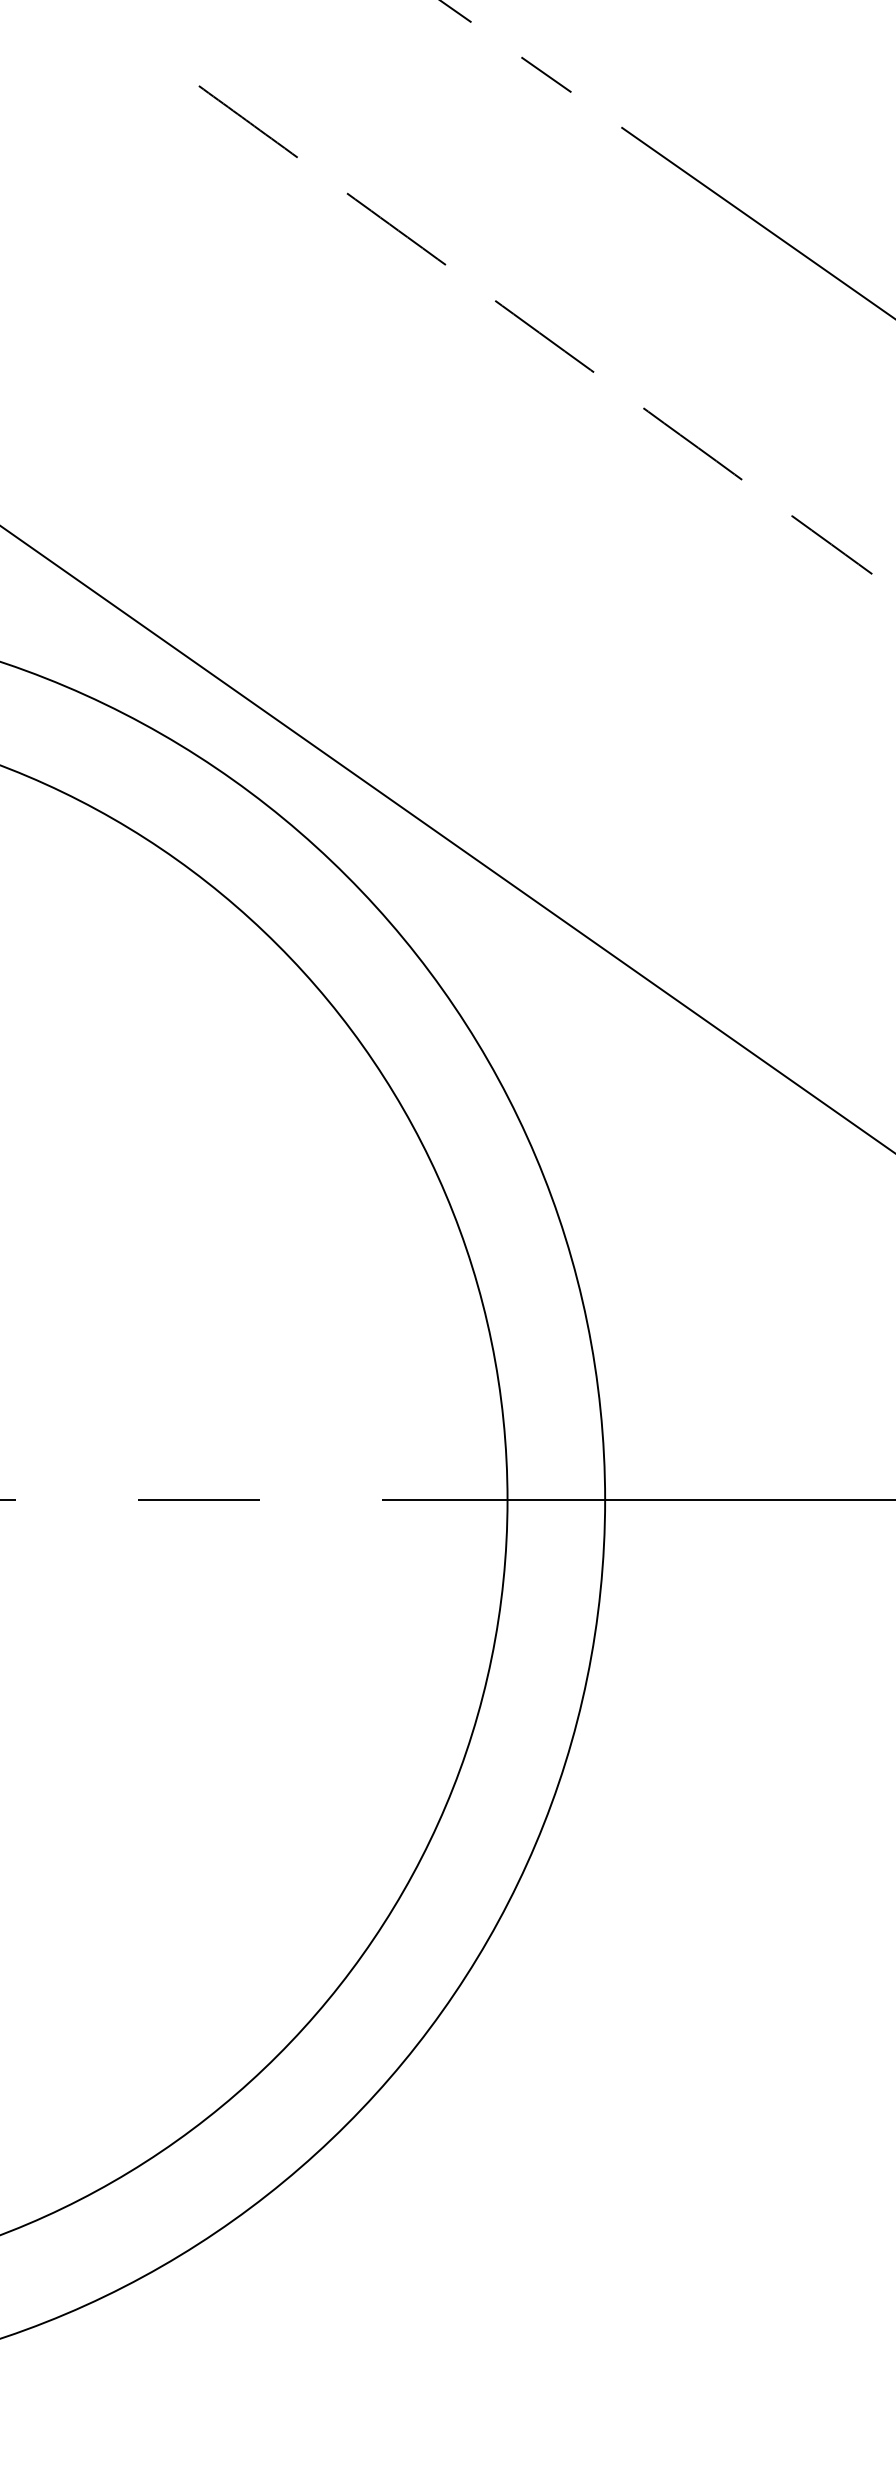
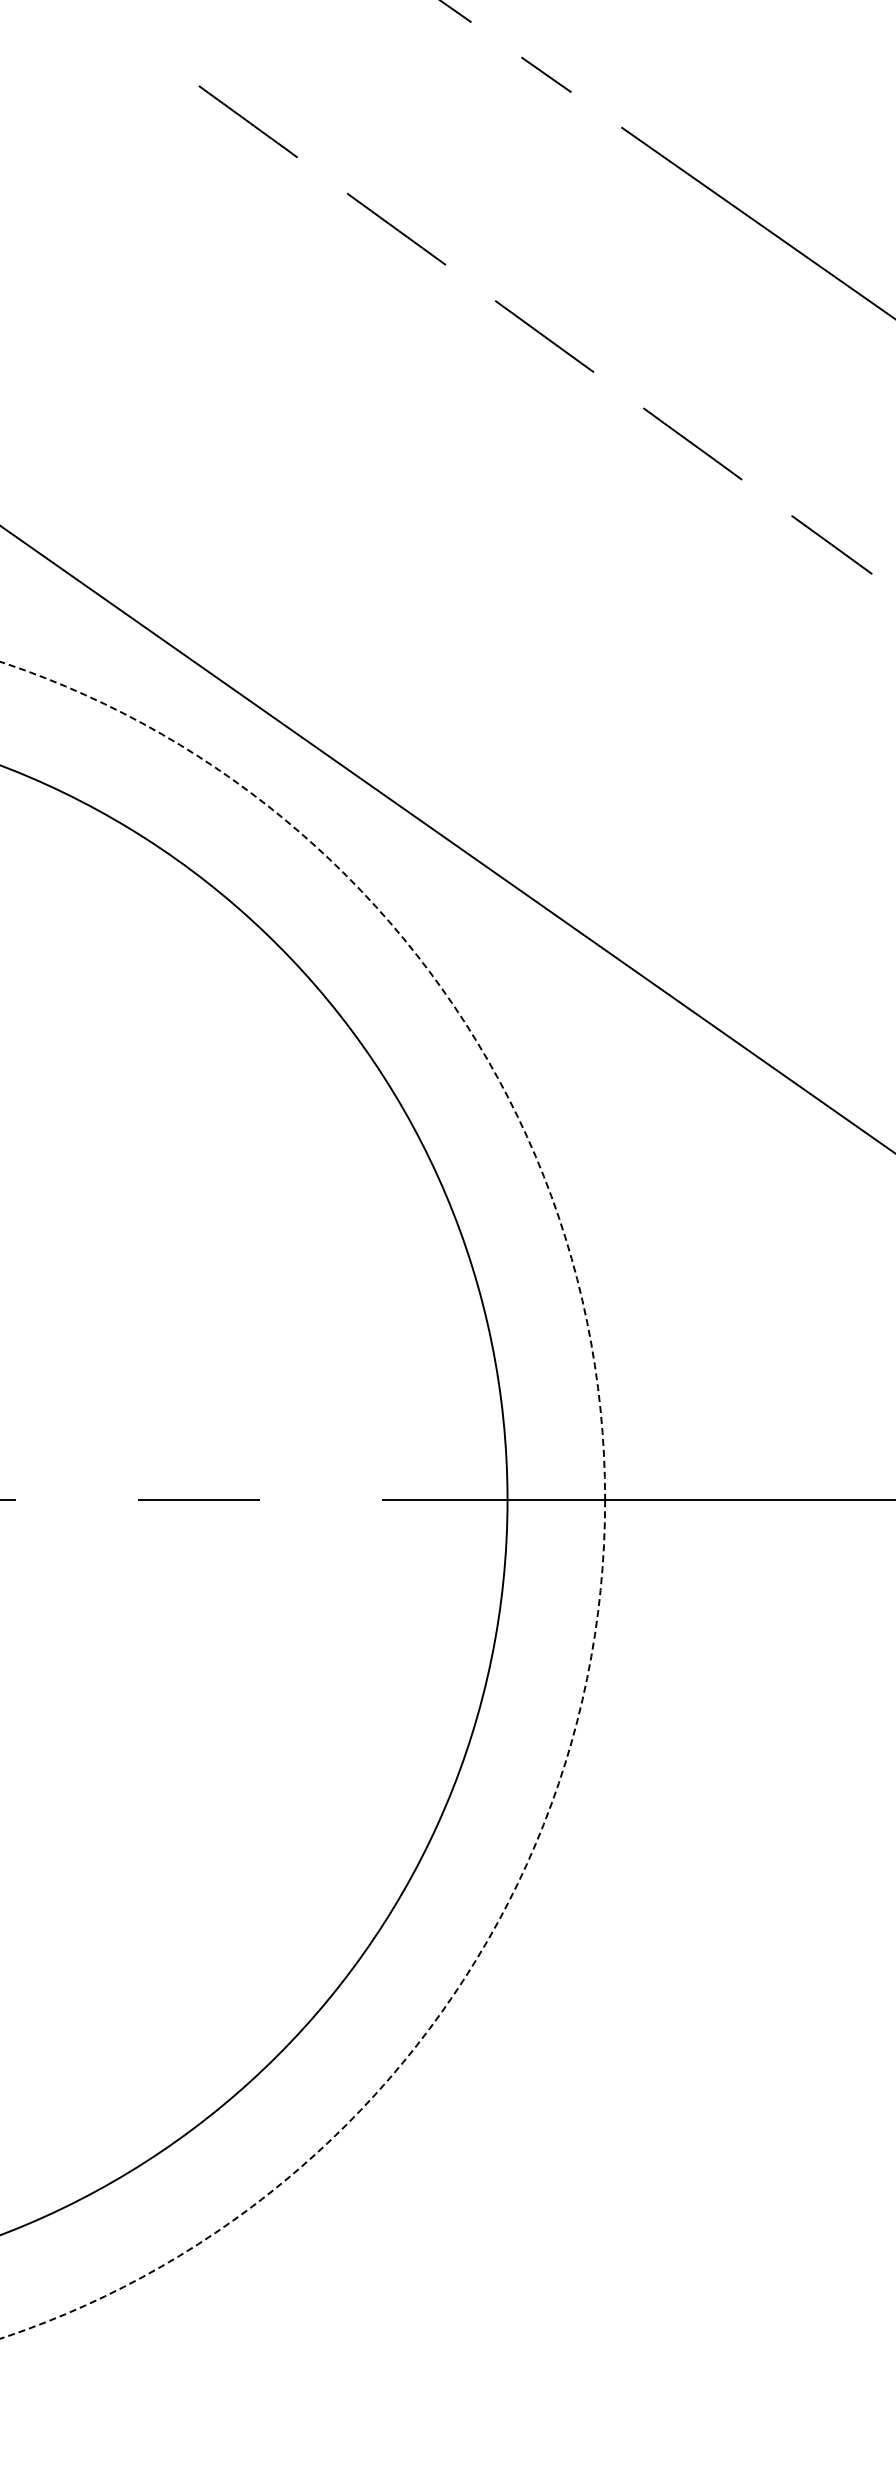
circle at (302, 1499): solid -> dashed
